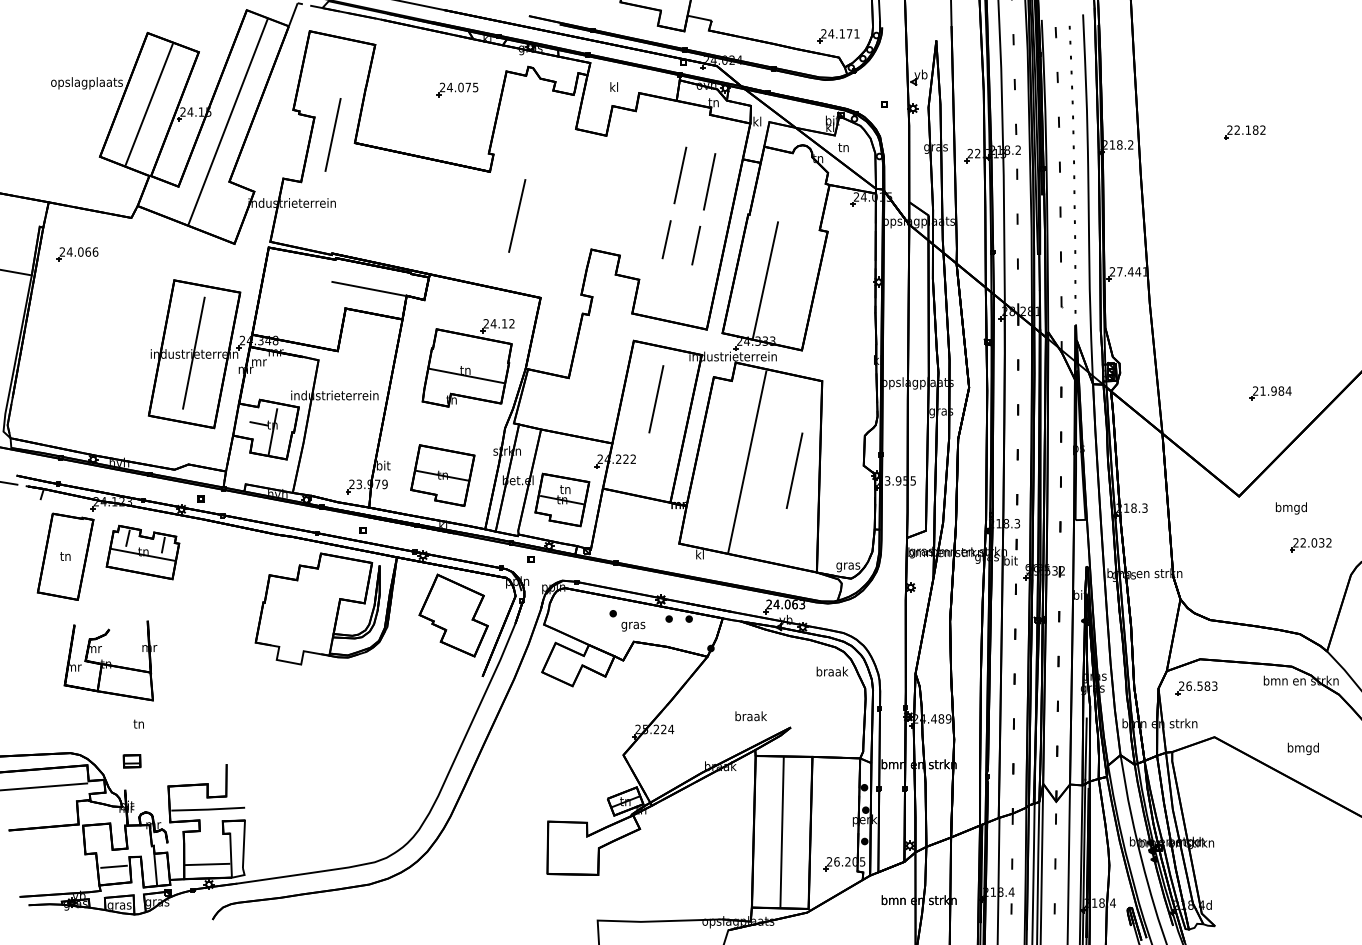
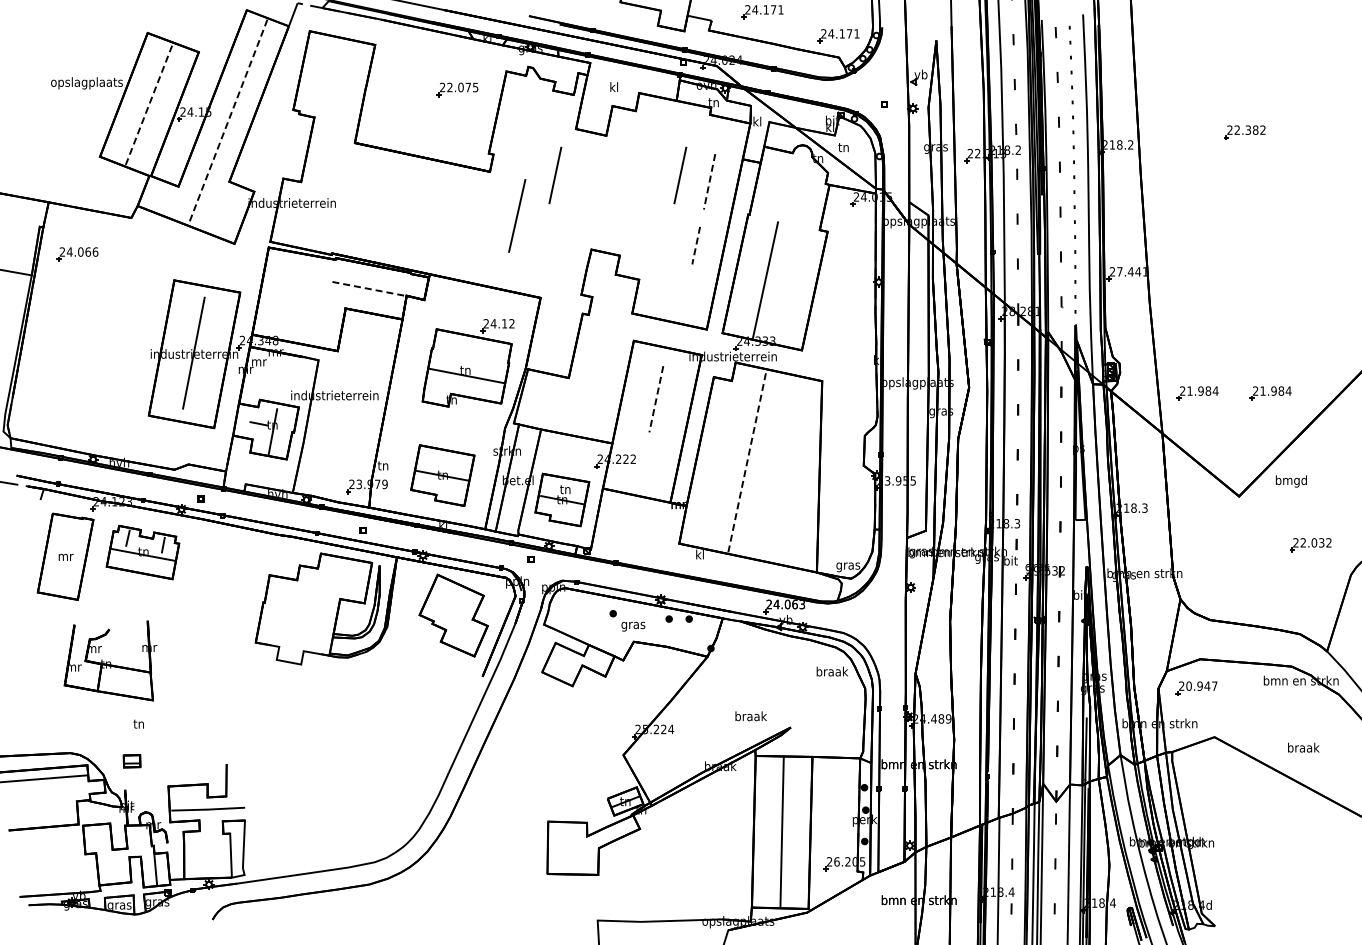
part at (762, 12): none -> present
text at (449, 87): 24.075 -> 22.075
line at (149, 104): solid -> dashed
line at (228, 122): solid -> dashed
text at (1247, 129): 22.182 -> 22.382
line at (332, 134): present -> none
line at (555, 175): none -> present
line at (709, 182): solid -> dashed
line at (666, 239): present -> none
line at (696, 246): solid -> dashed
line at (368, 288): solid -> dashed
part at (1197, 393): none -> present
line at (656, 399): solid -> dashed
line at (747, 461): solid -> dashed
text at (383, 465): bit -> tn
line at (794, 470): present -> none
text at (1291, 508) position: (1291, 508) -> (1291, 481)
text at (65, 556): tn -> mr
text at (1201, 685): 26.583 -> 20.947
text at (1303, 748): bmgd -> braak
line at (44, 786) position: (44, 786) -> (44, 778)
line at (207, 864): present -> none
line at (113, 866): present -> none
